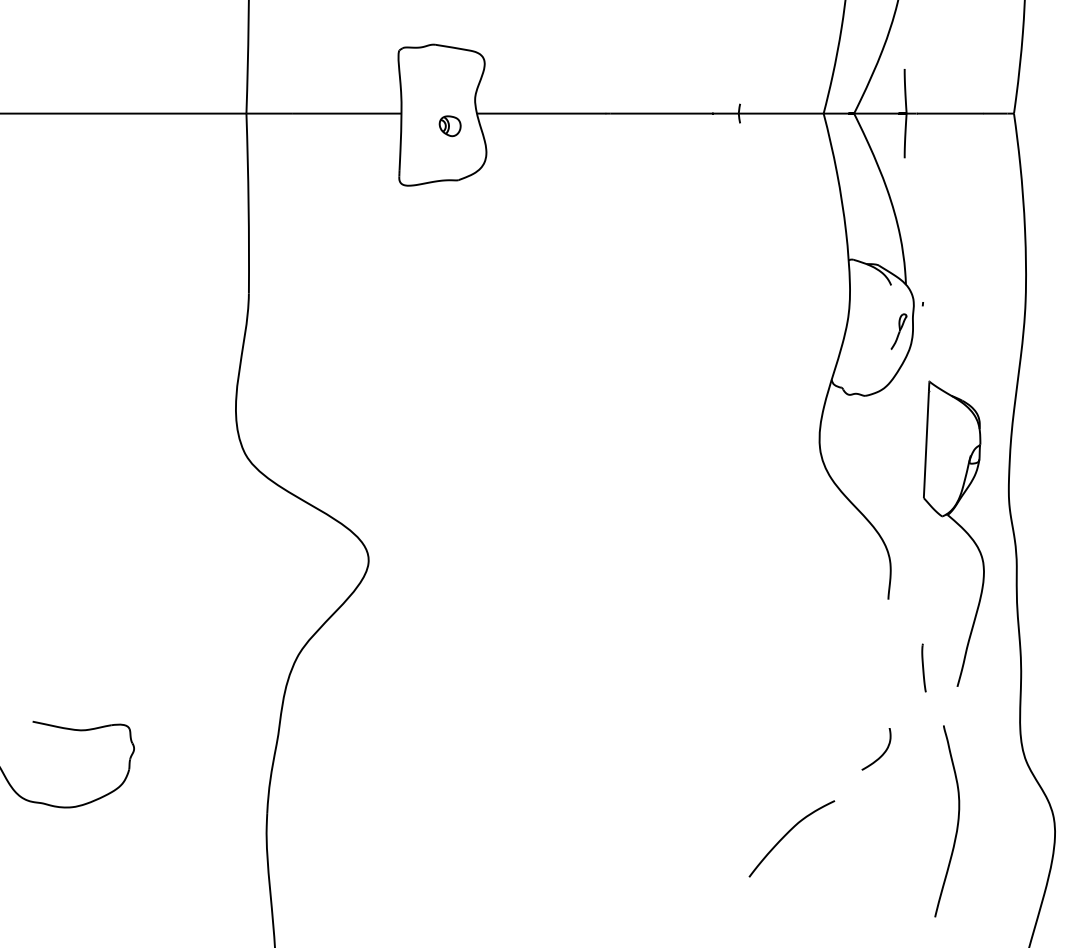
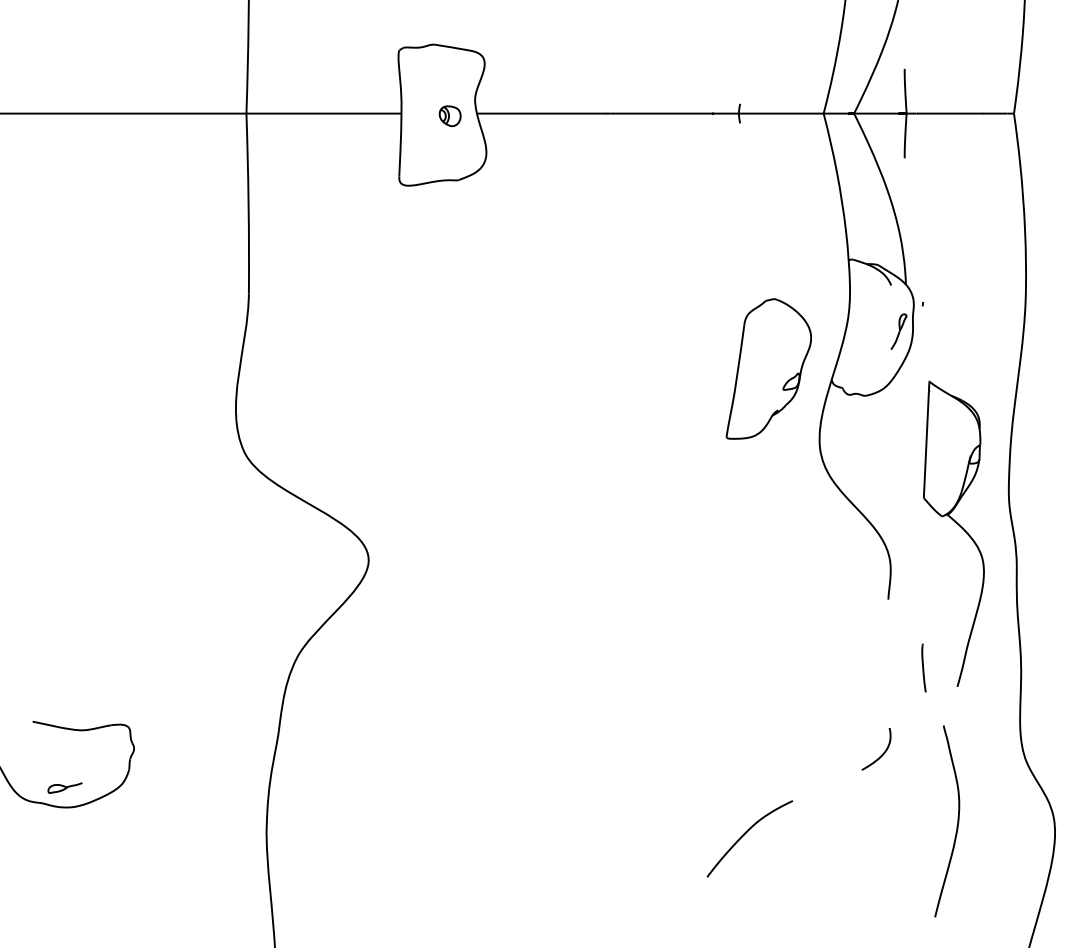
part at (449, 126) position: (449, 126) -> (449, 116)
part at (768, 368): none -> present
part at (64, 787): none -> present
curve at (787, 834) position: (787, 834) -> (745, 834)
